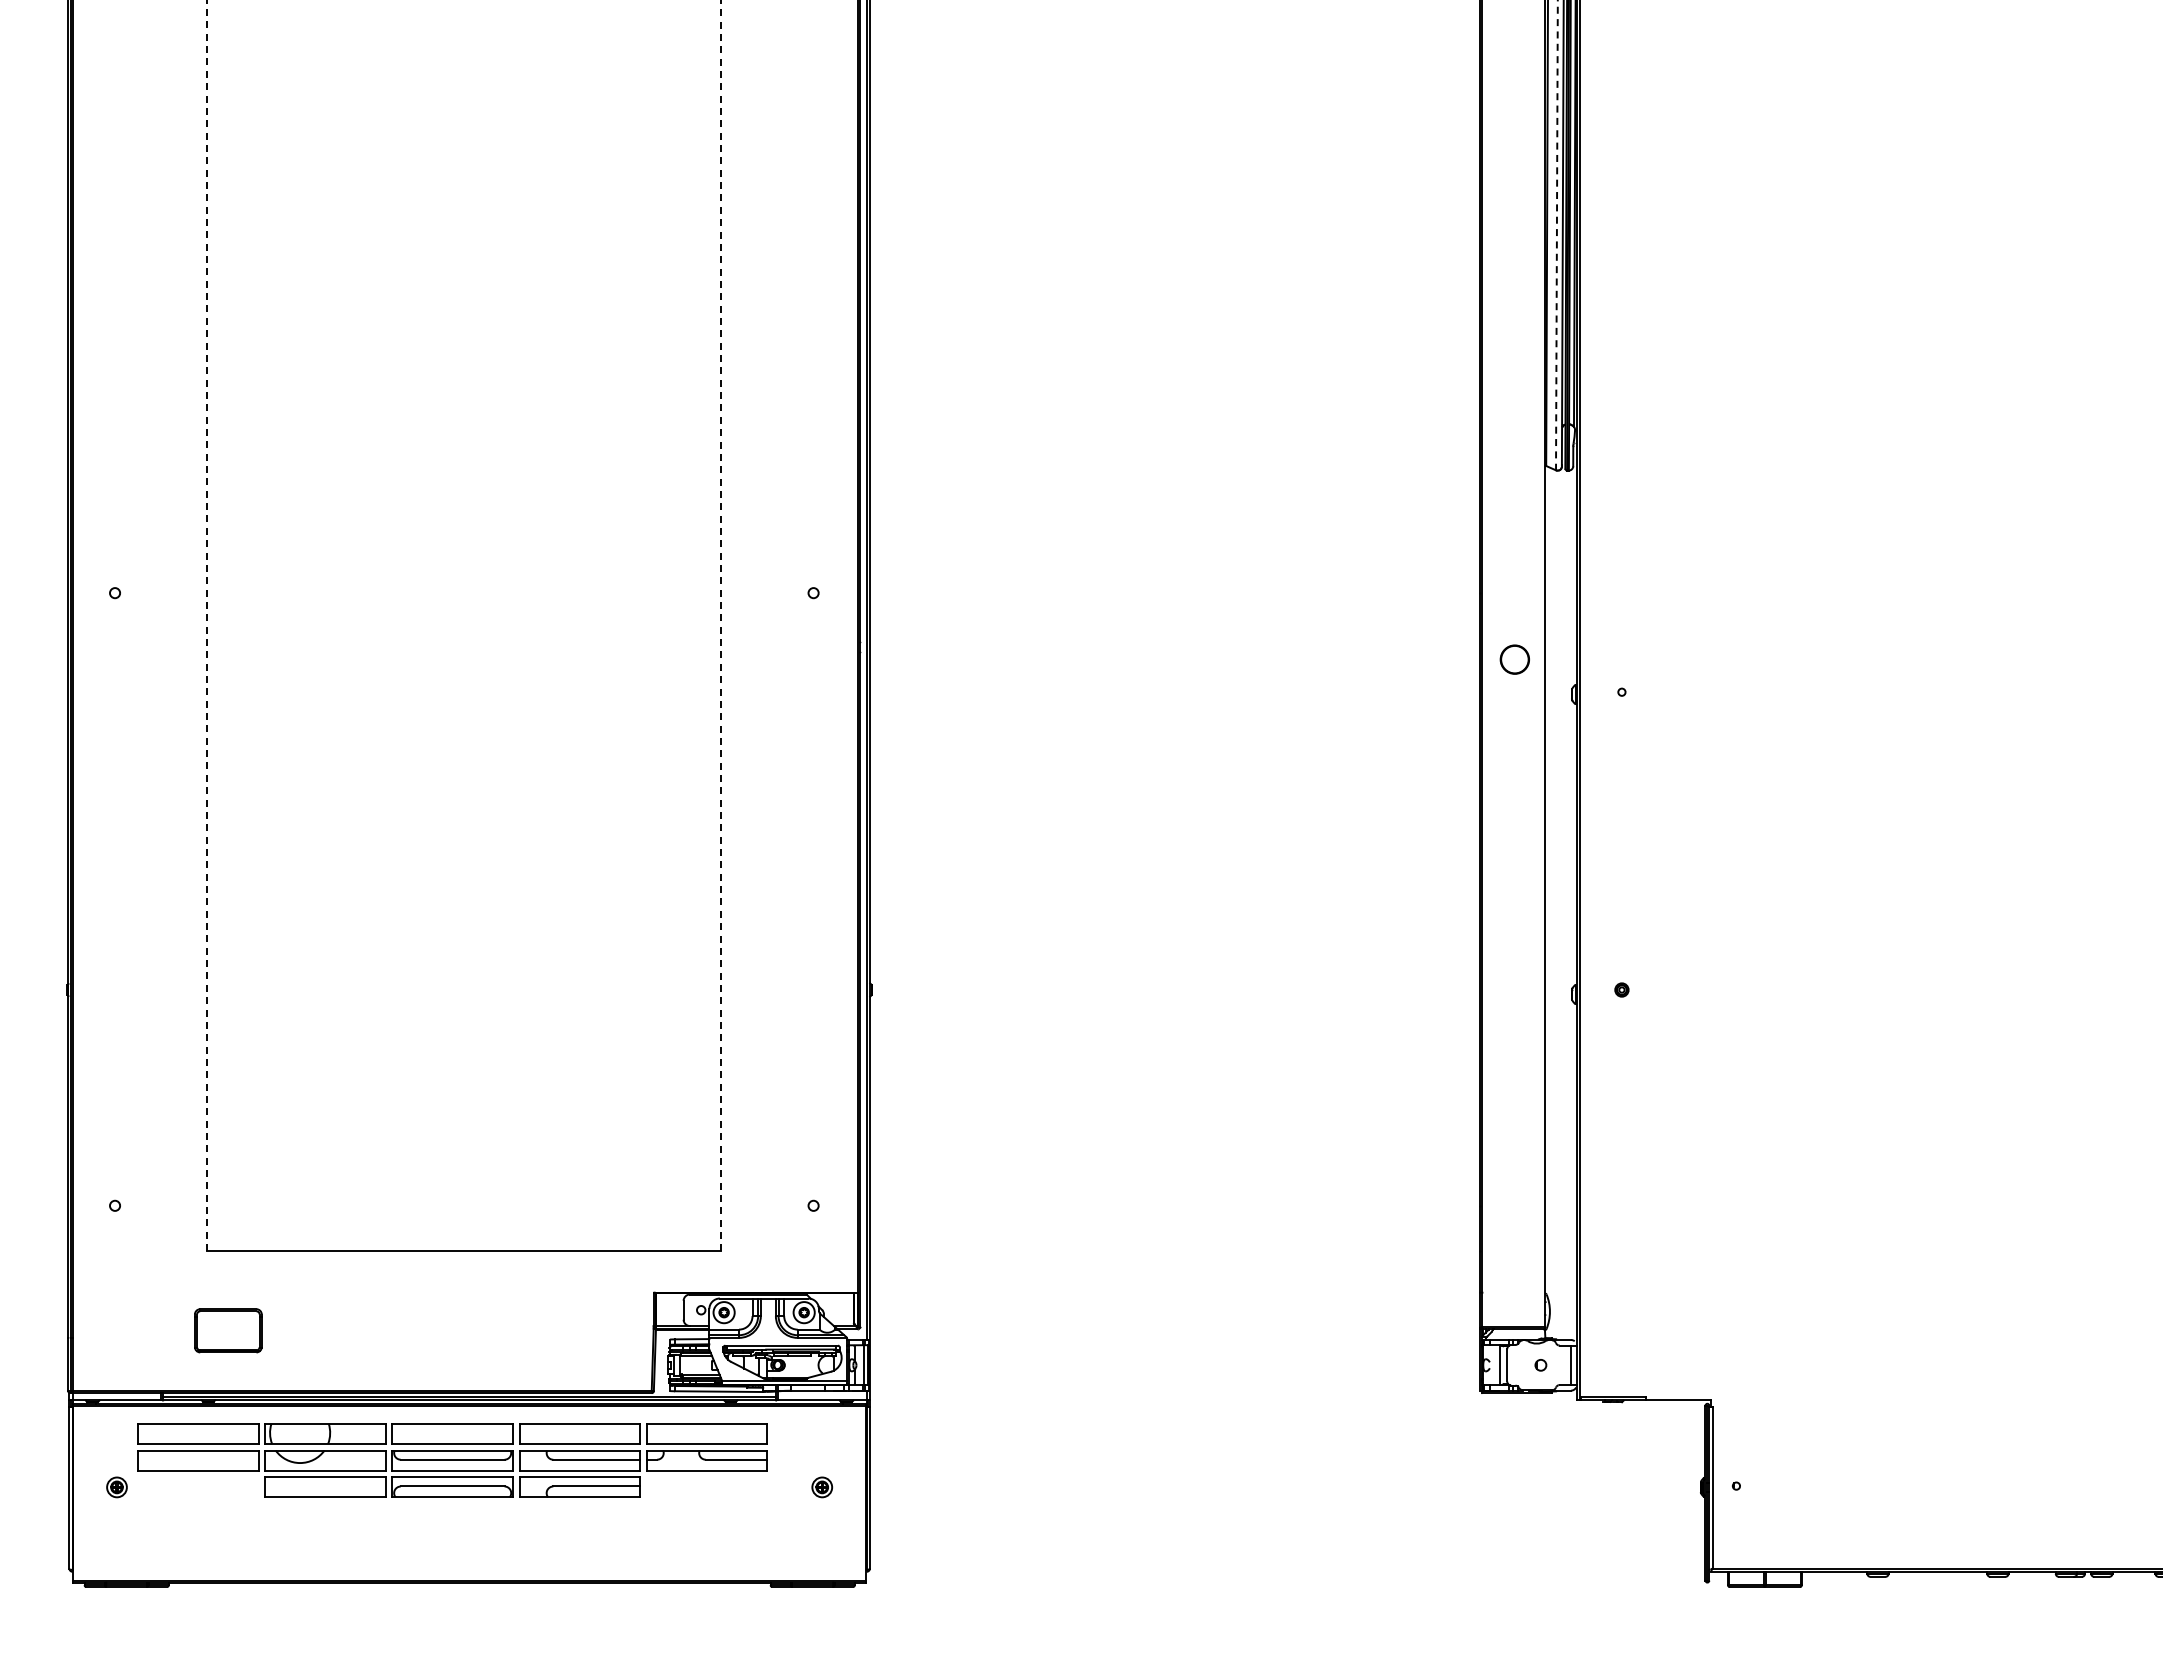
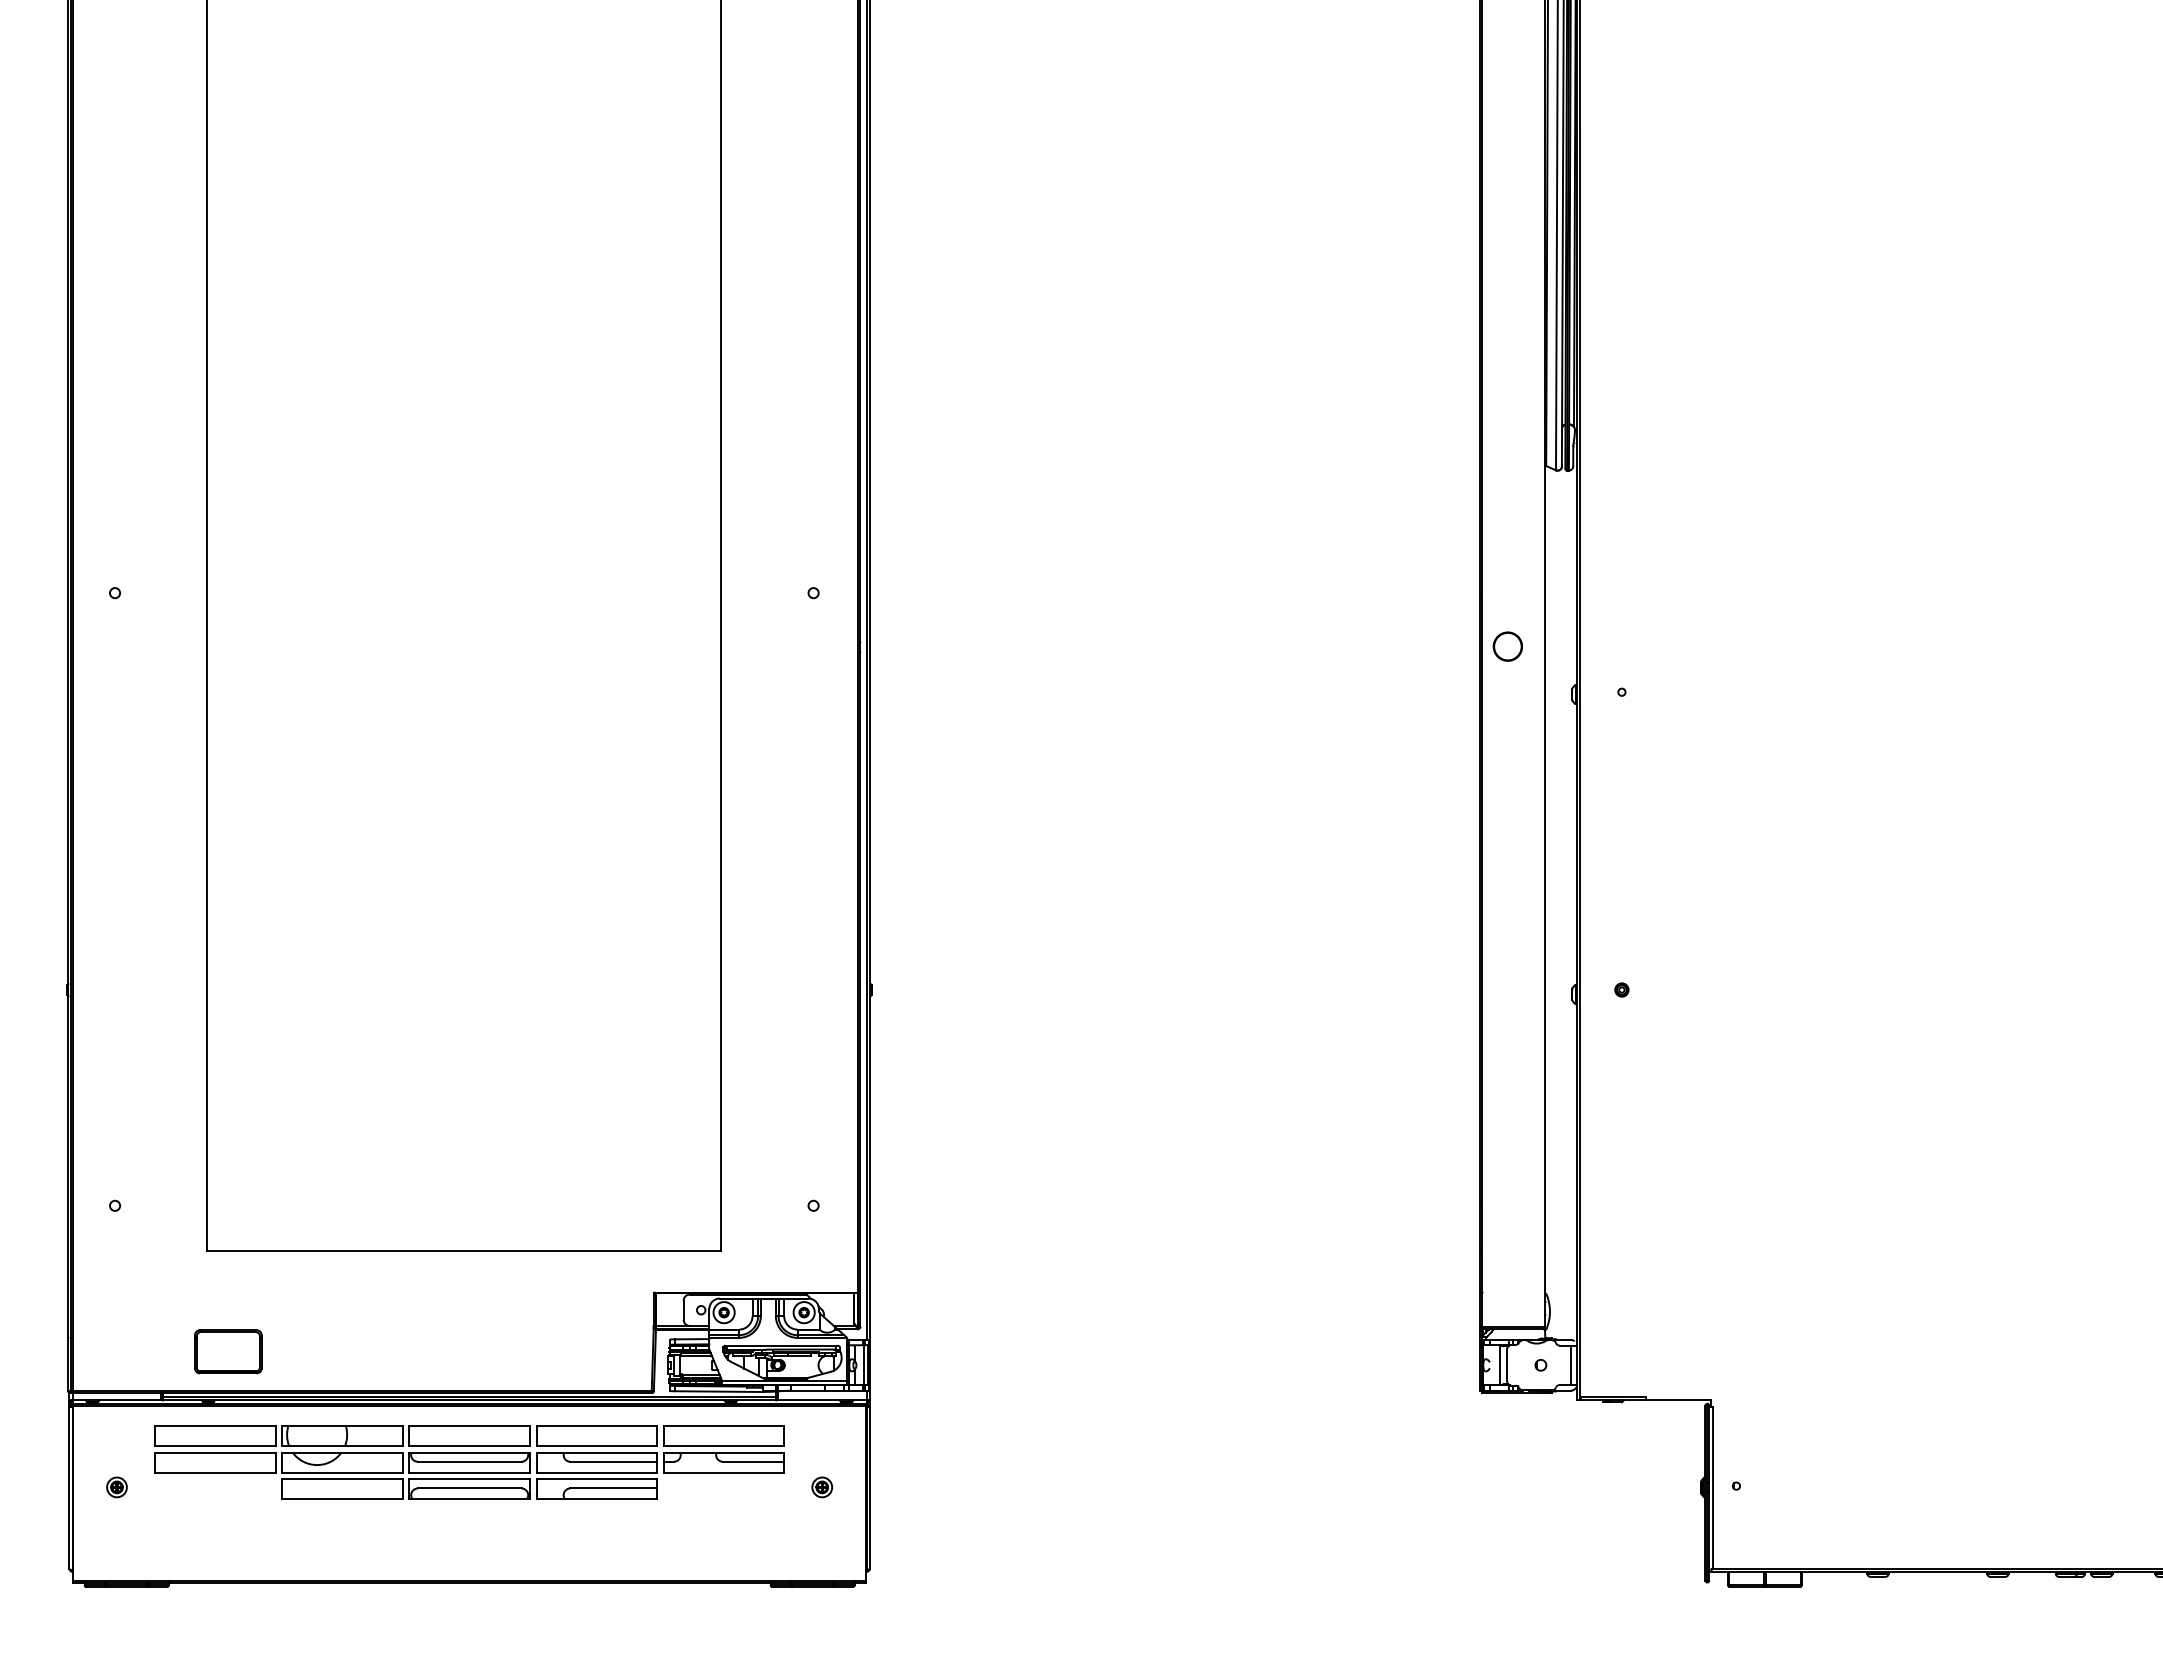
line at (1556, 235): dashed -> solid
line at (721, 625): dashed -> solid
line at (207, 626): dashed -> solid
circle at (1514, 659) position: (1514, 659) -> (1507, 646)
part at (228, 1330) position: (228, 1330) -> (228, 1351)
part at (452, 1460) position: (452, 1460) -> (469, 1462)
